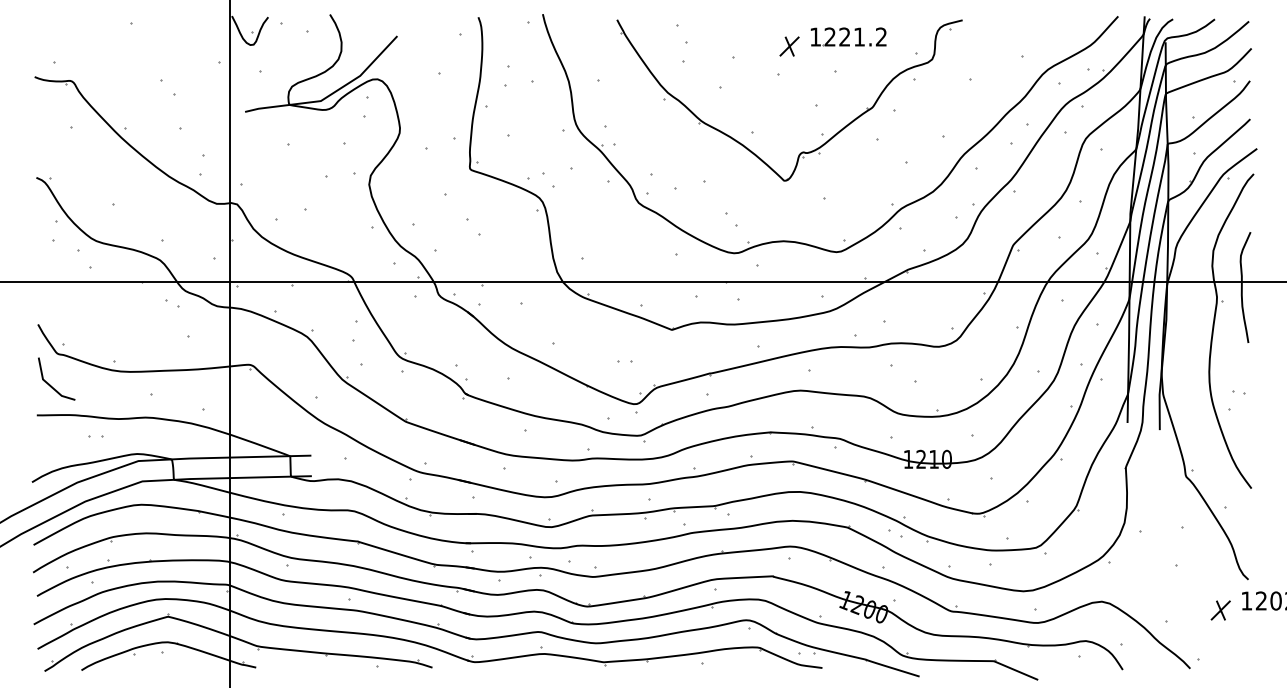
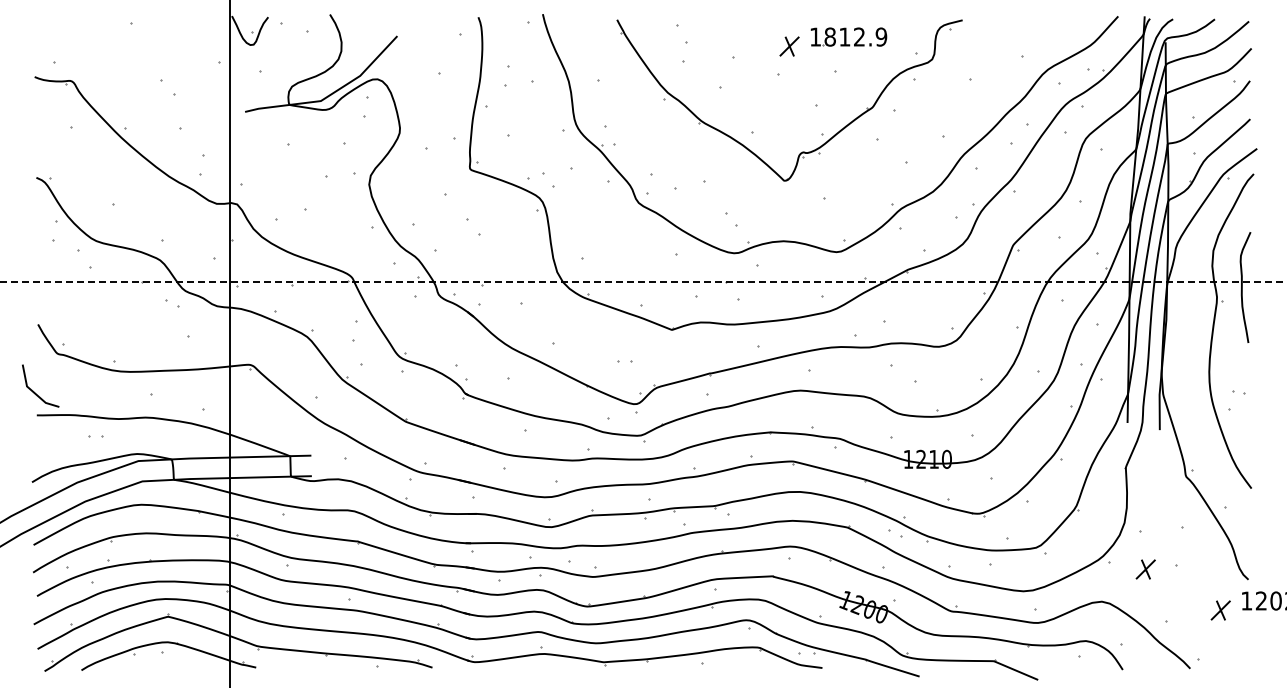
text at (855, 36): 1221.2 -> 1812.9
line at (643, 282): solid -> dashed
line at (50, 384) position: (50, 384) -> (34, 391)
part at (1145, 569): none -> present
